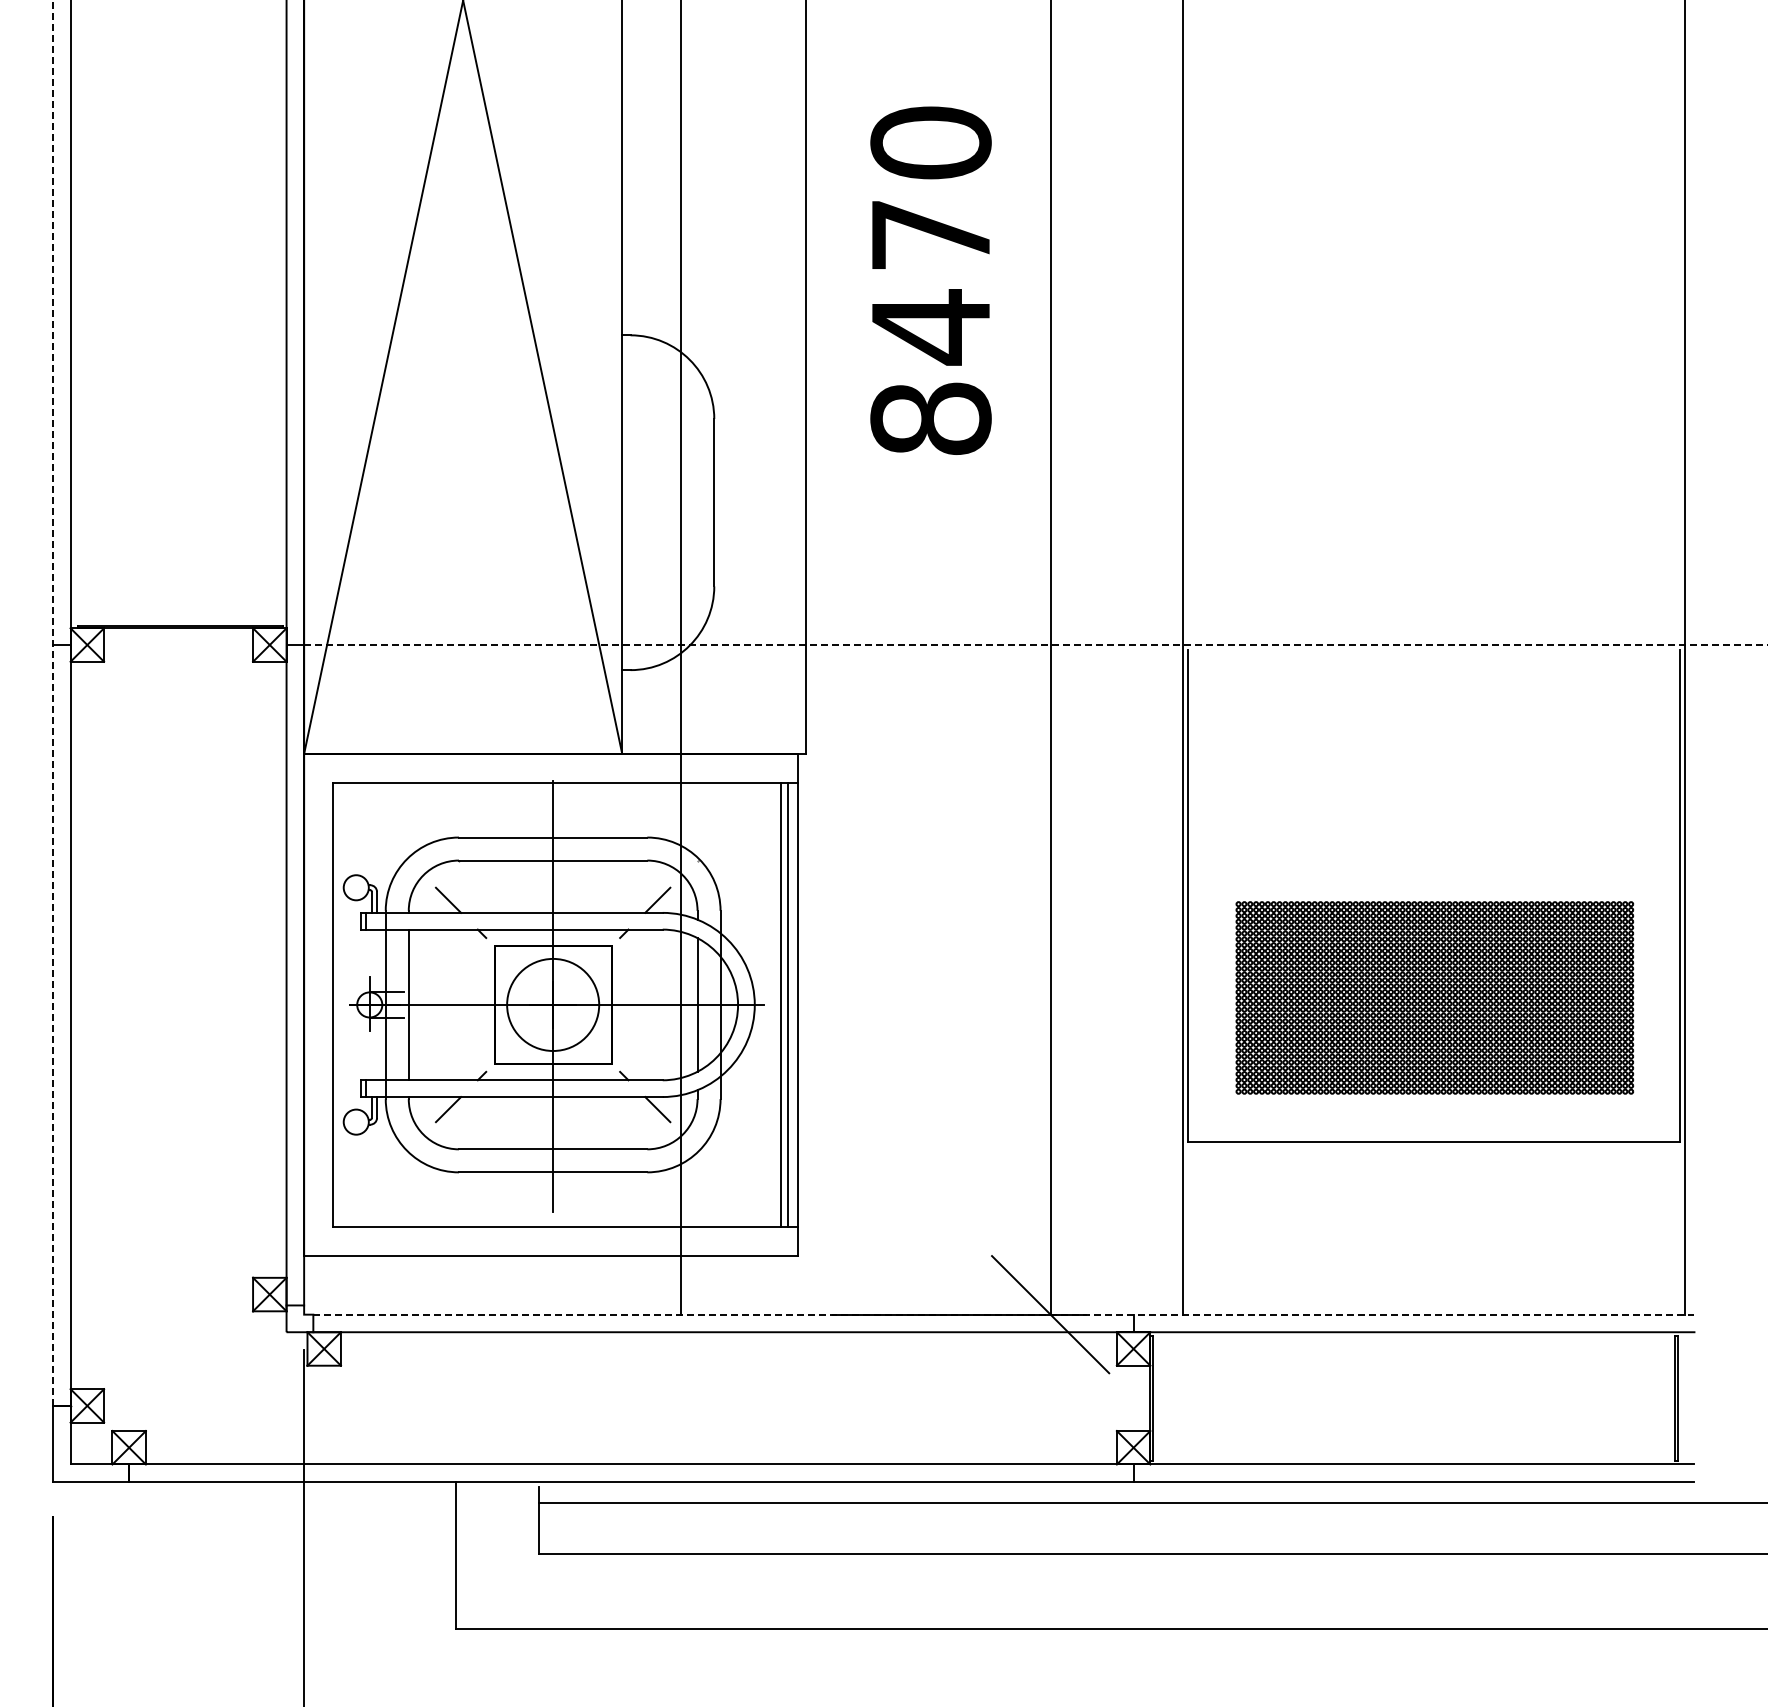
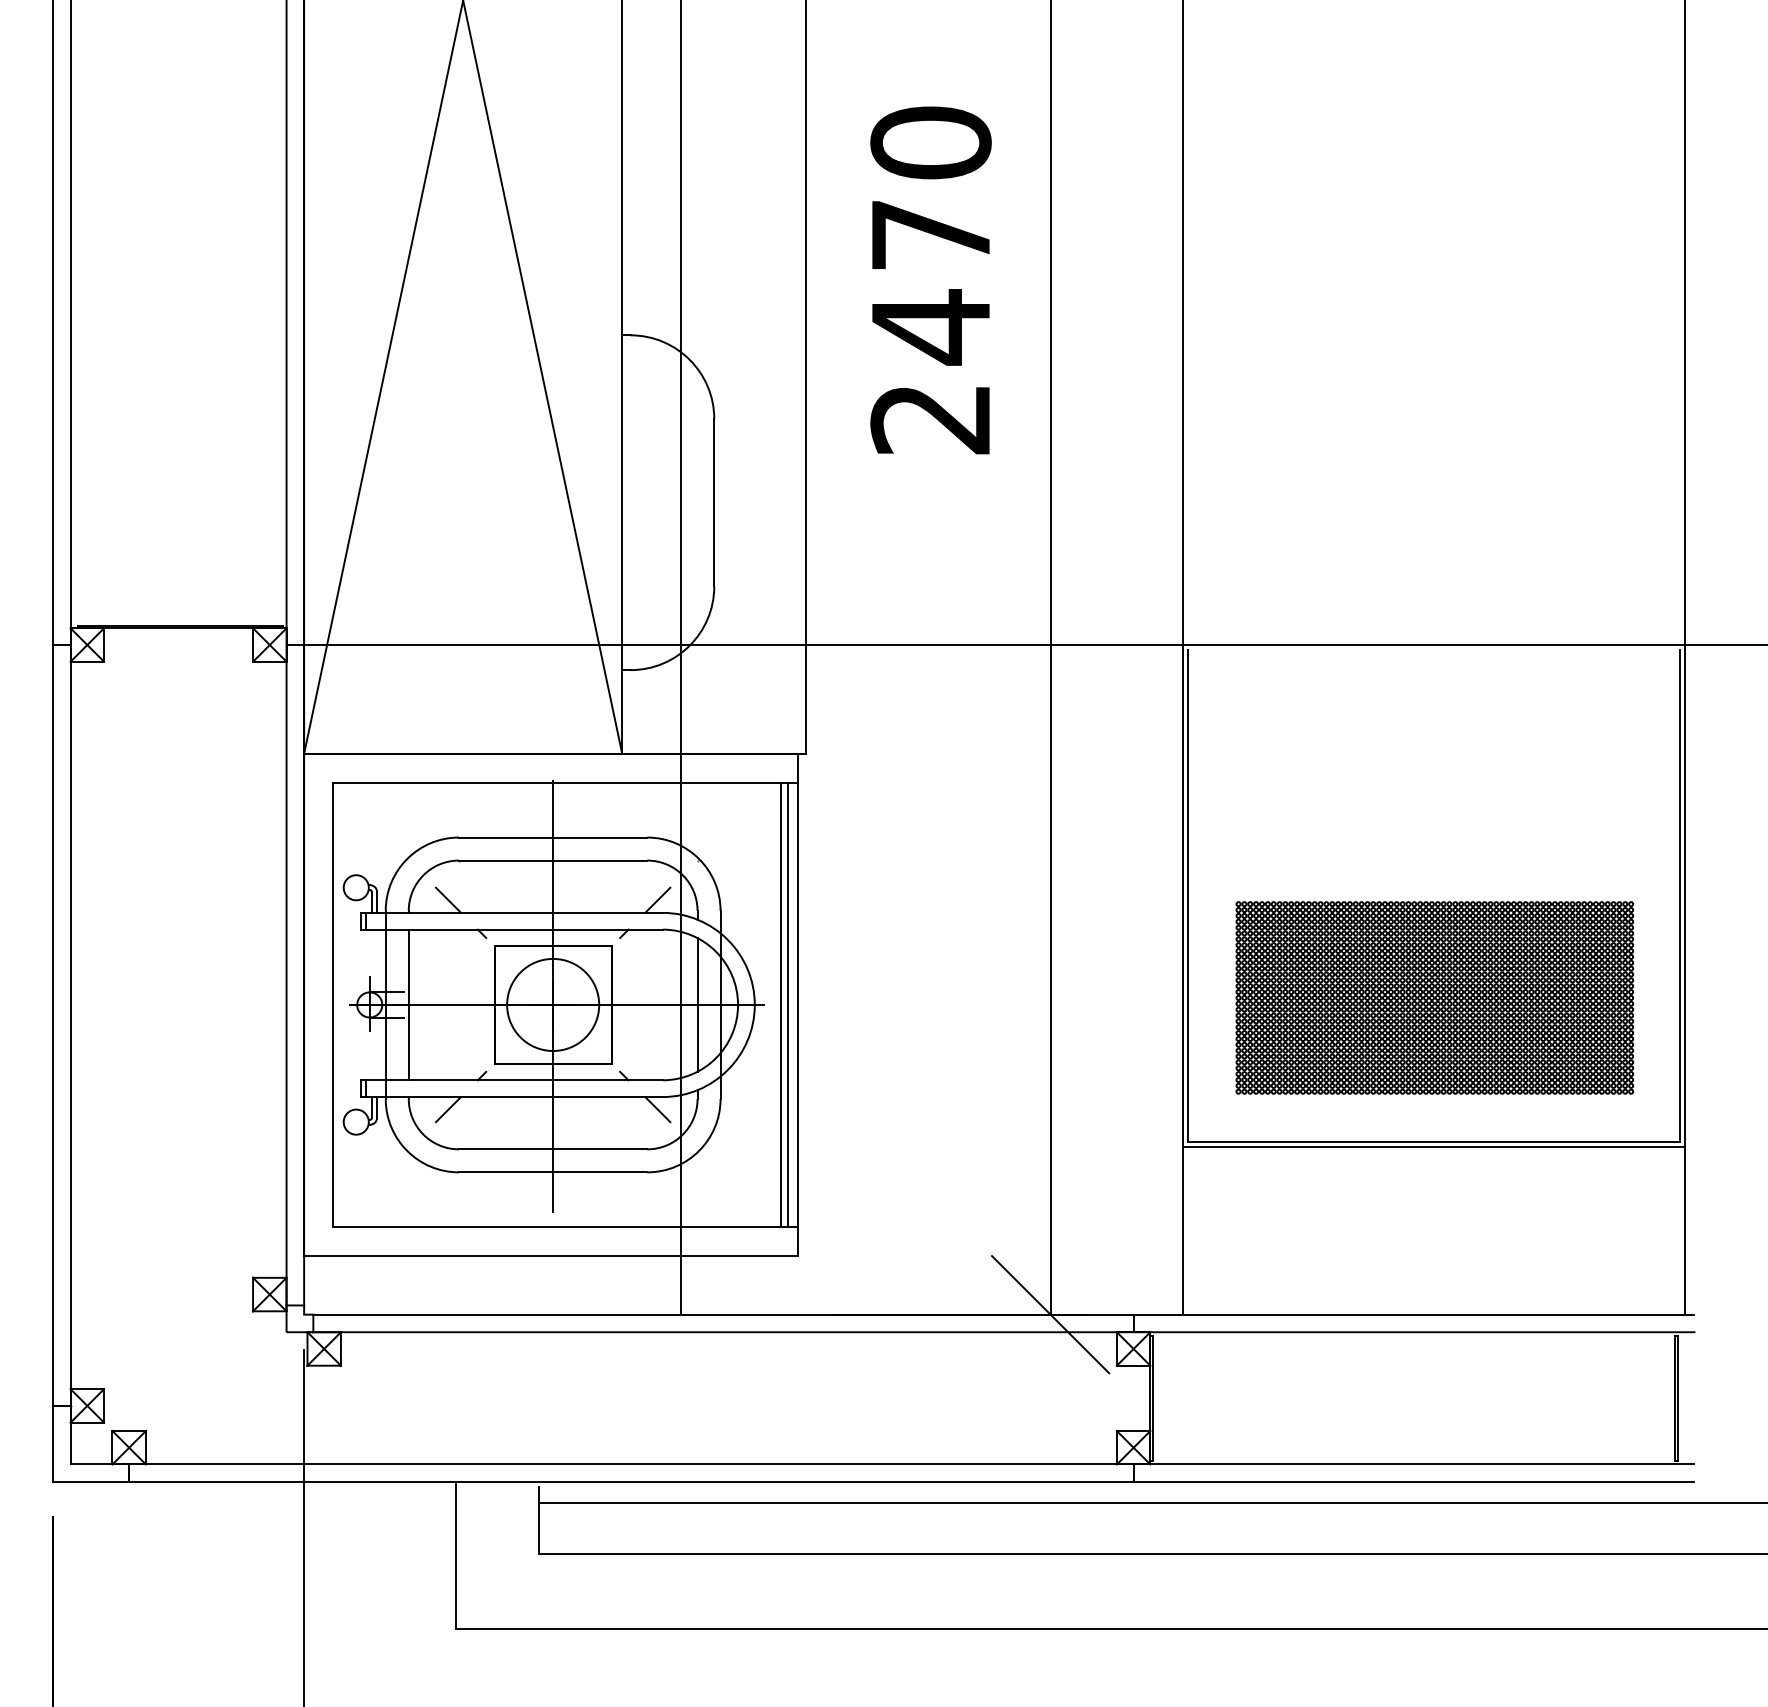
text at (930, 418): 8470 -> 2470
line at (1036, 645): dashed -> solid
line at (53, 703): dashed -> solid
line at (1434, 1147): none -> present
line at (1003, 1314): dashed -> solid
